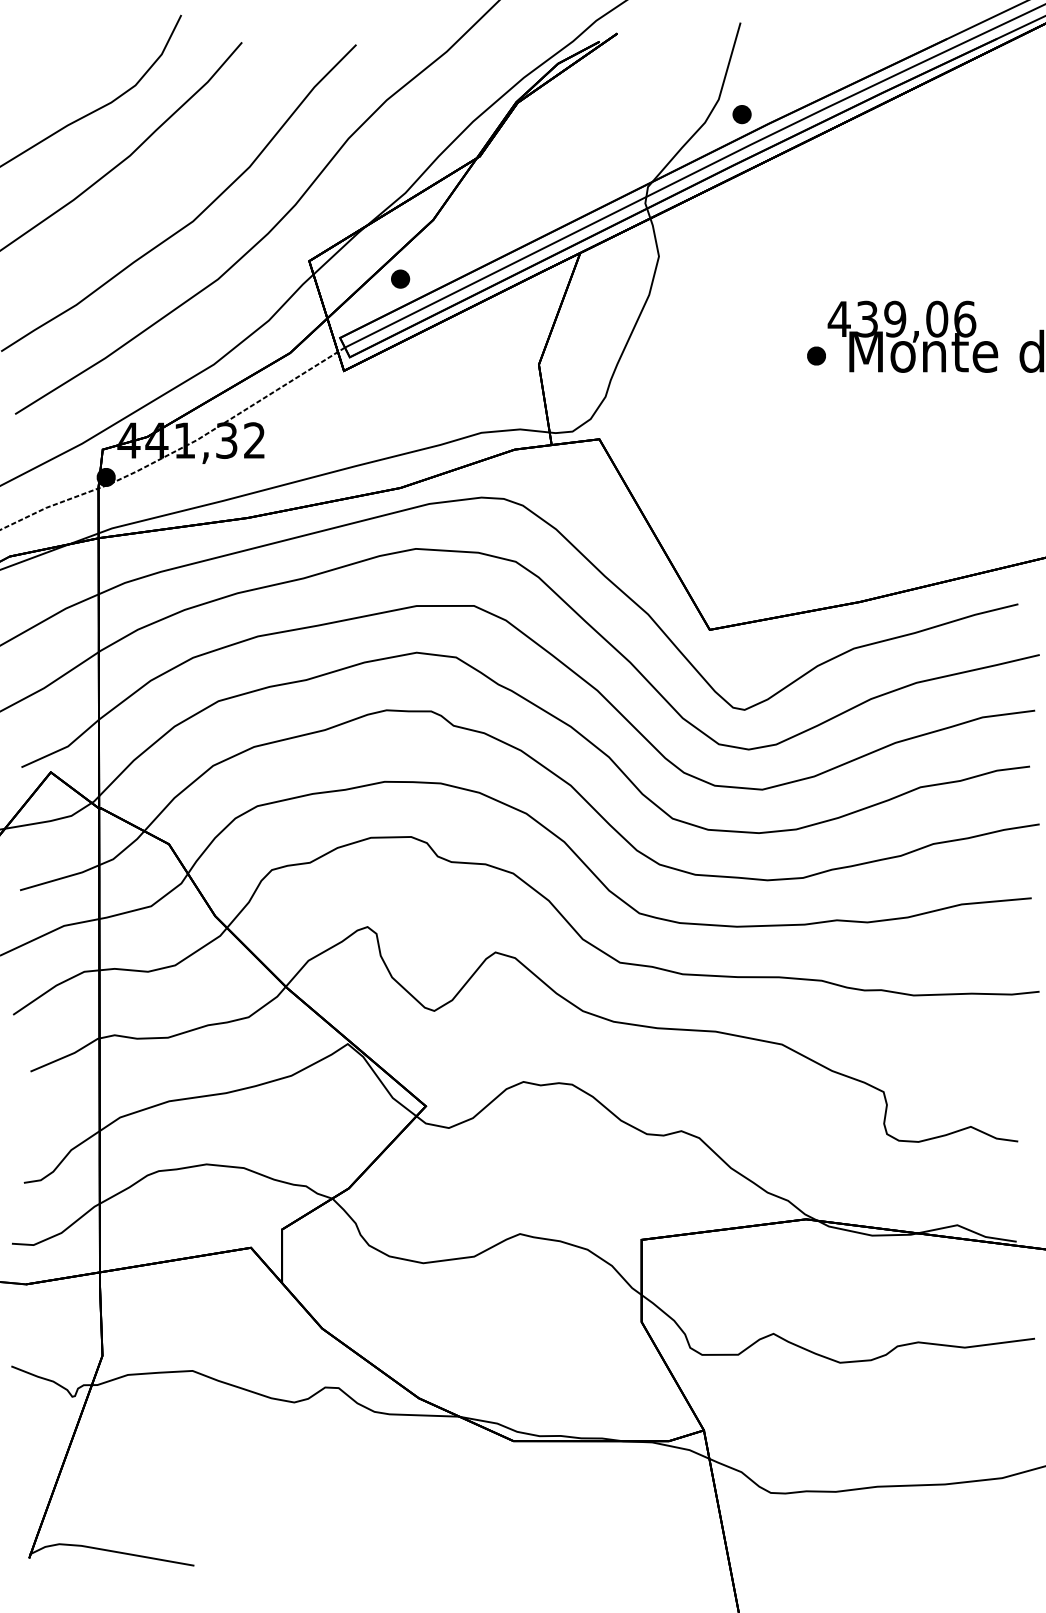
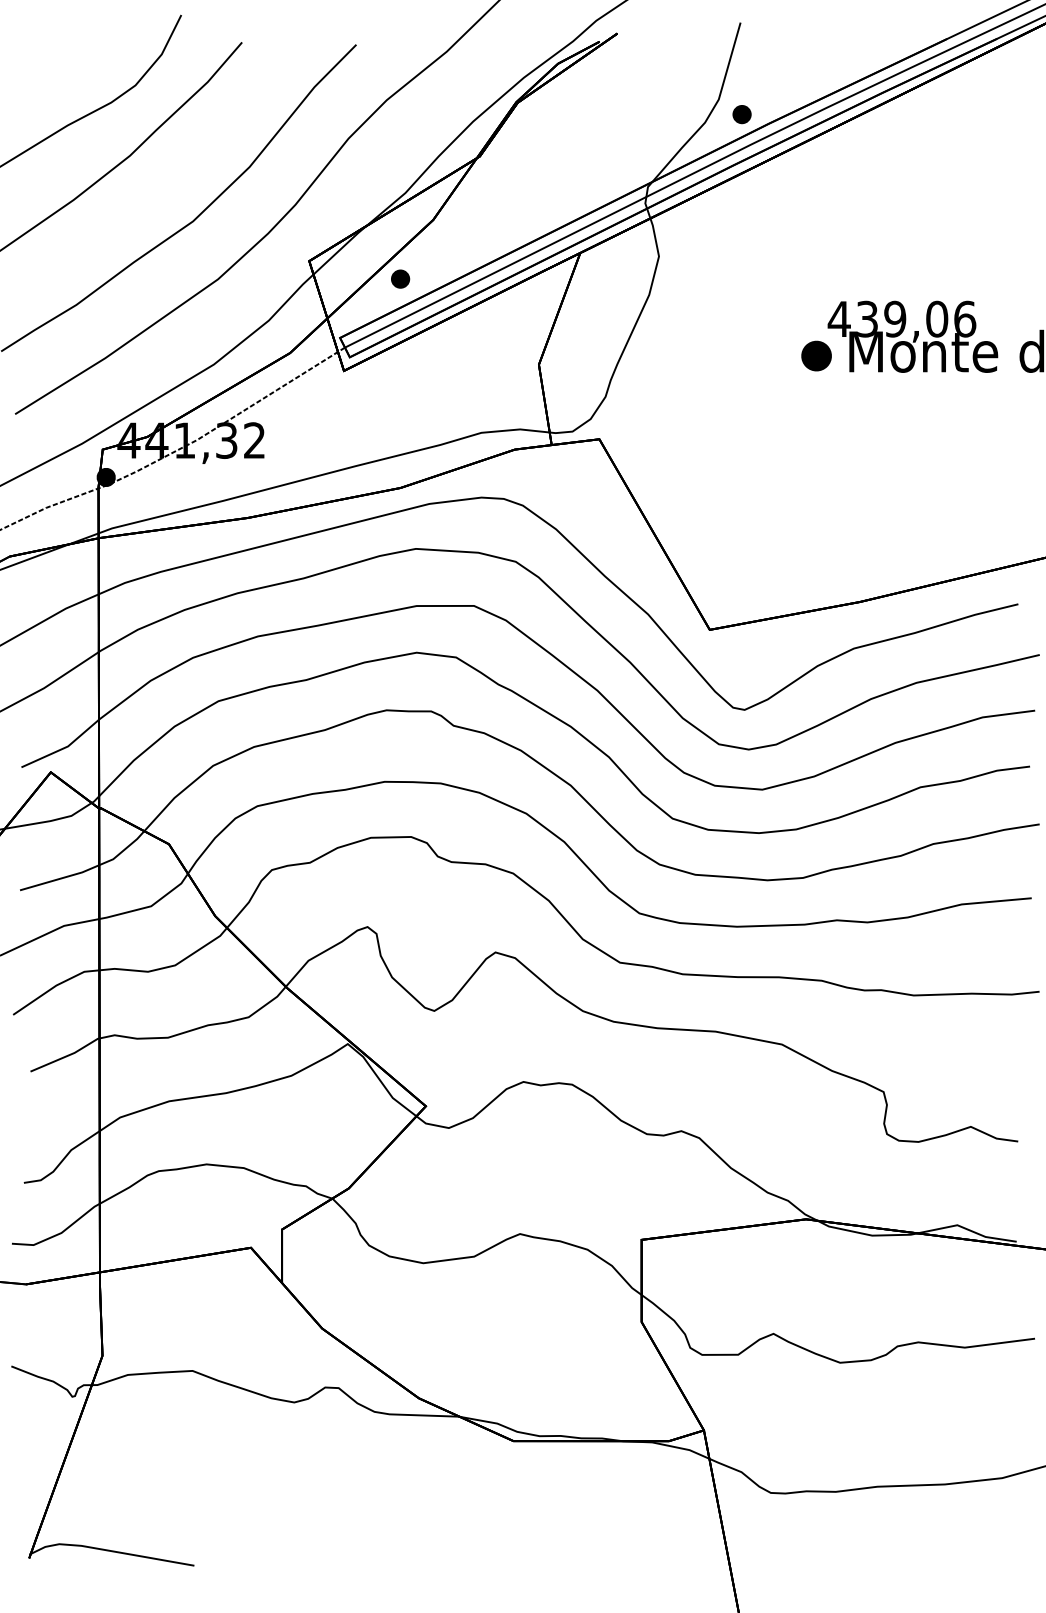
part at (816, 355) size: 19x20 px -> 31x32 px
